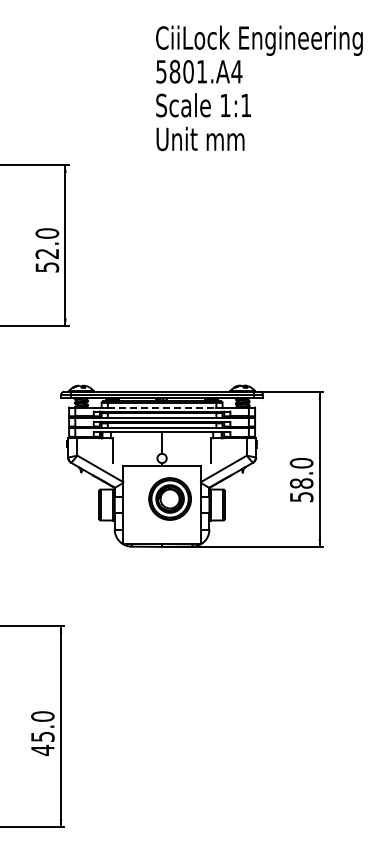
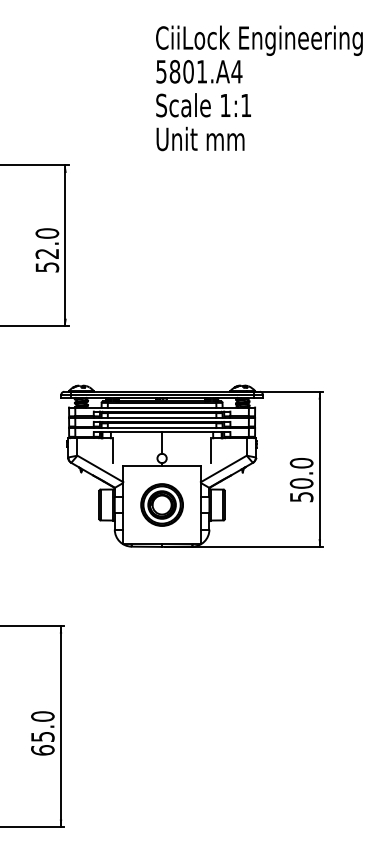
line at (162, 407): dashed -> solid
text at (301, 483): 58.0 -> 50.0
part at (169, 498) position: (169, 498) -> (161, 504)
text at (42, 750): 45.0 -> 65.0
